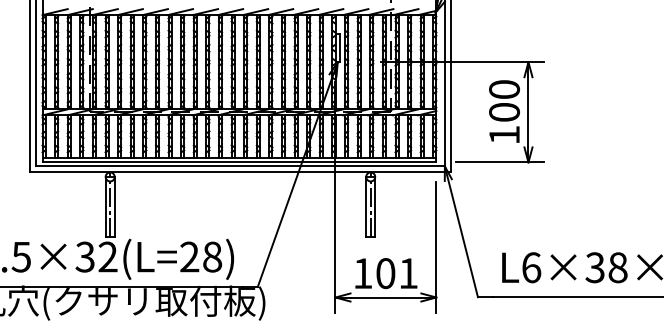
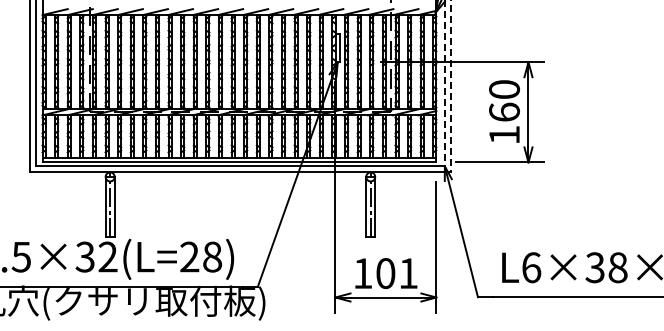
line at (444, 83): solid -> dashed
line at (450, 86): solid -> dashed
text at (504, 111): 100 -> 160
